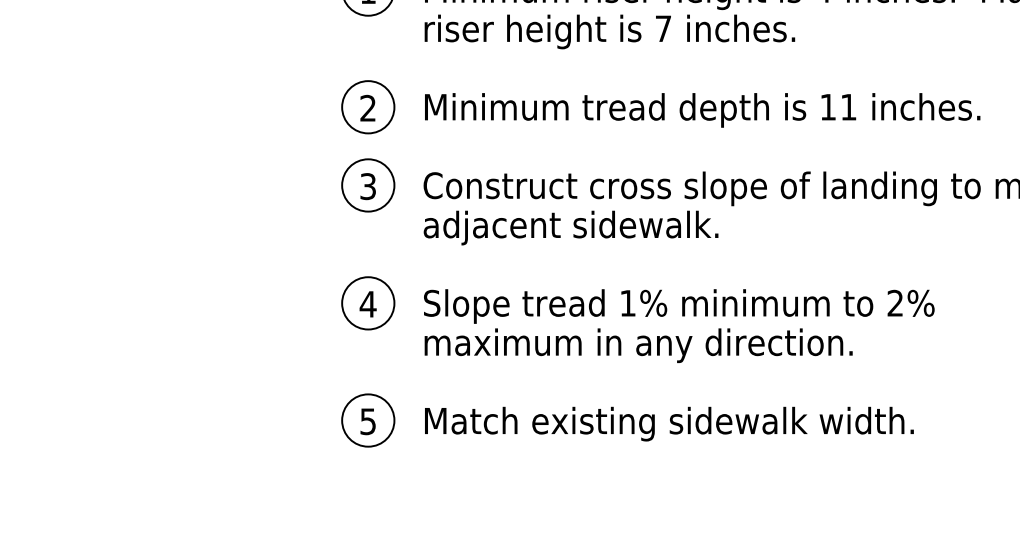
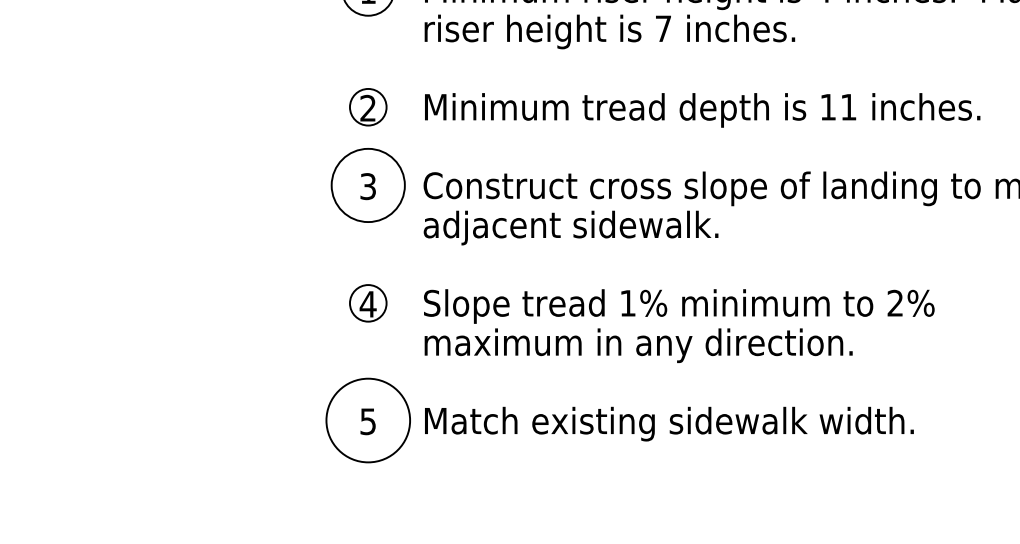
circle at (368, 107) diameter: 52 px -> 37 px
circle at (368, 185) diameter: 52 px -> 73 px
circle at (368, 303) diameter: 52 px -> 37 px
circle at (368, 420) diameter: 52 px -> 84 px
